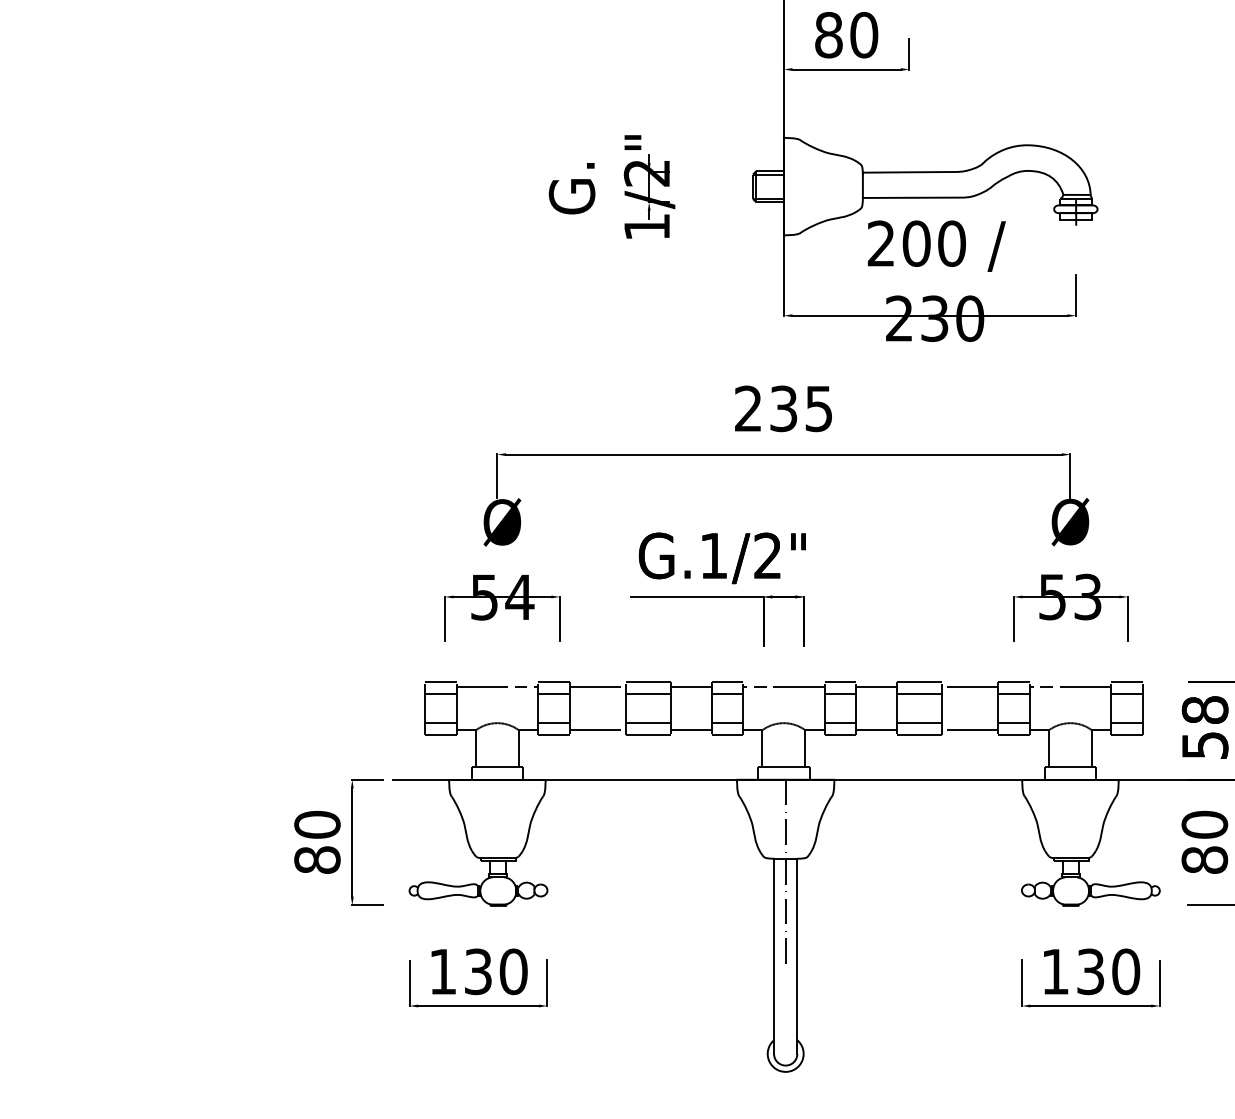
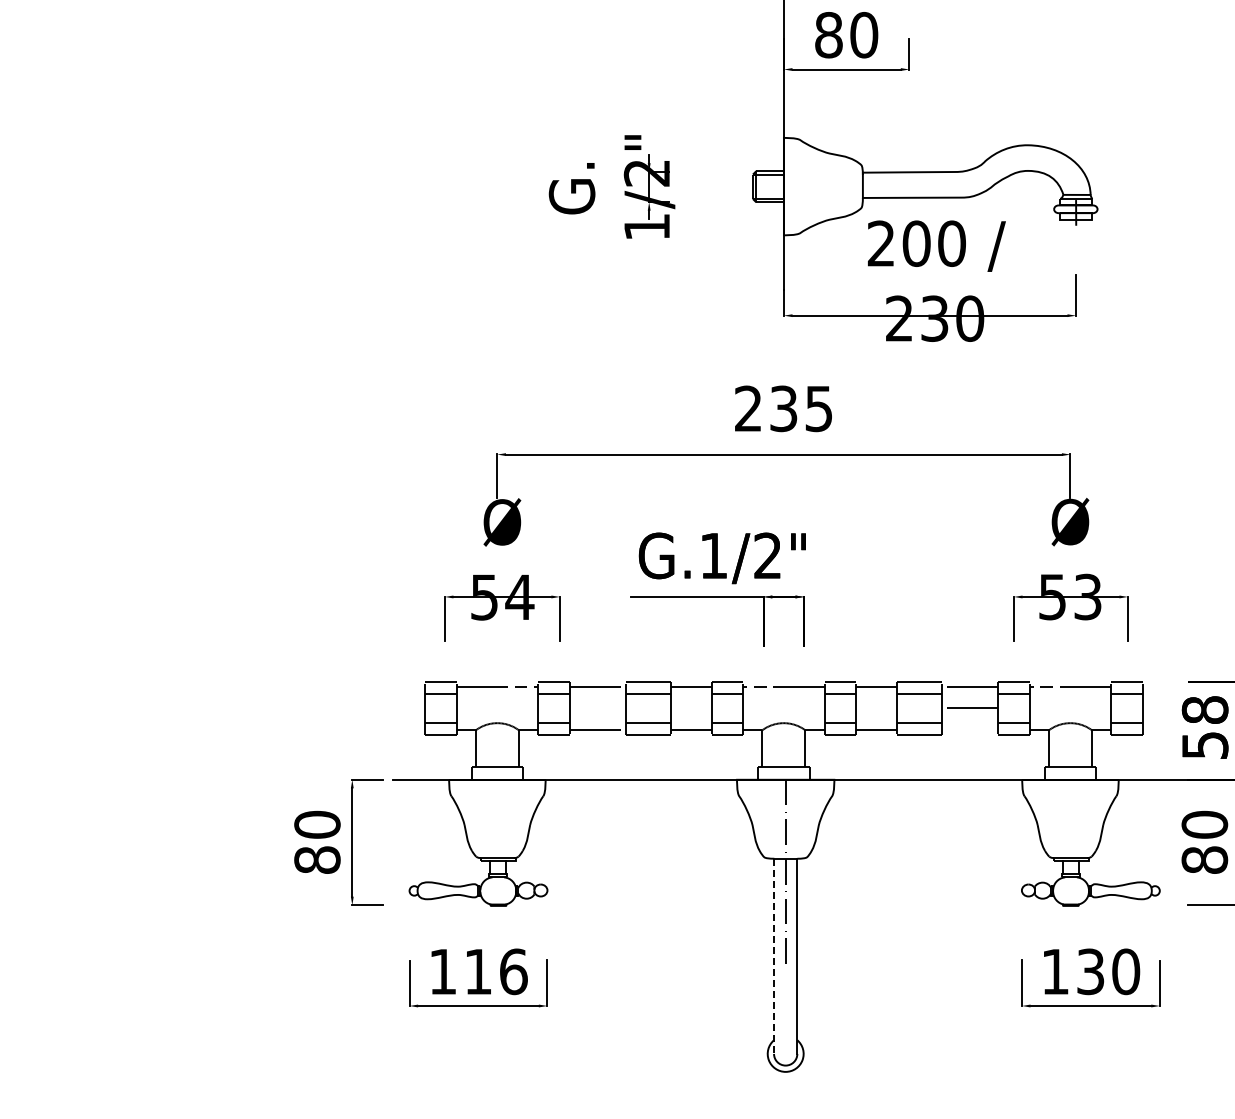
line at (969, 730) position: (969, 730) -> (969, 708)
line at (774, 956): solid -> dashed
text at (496, 971): 130 -> 116
